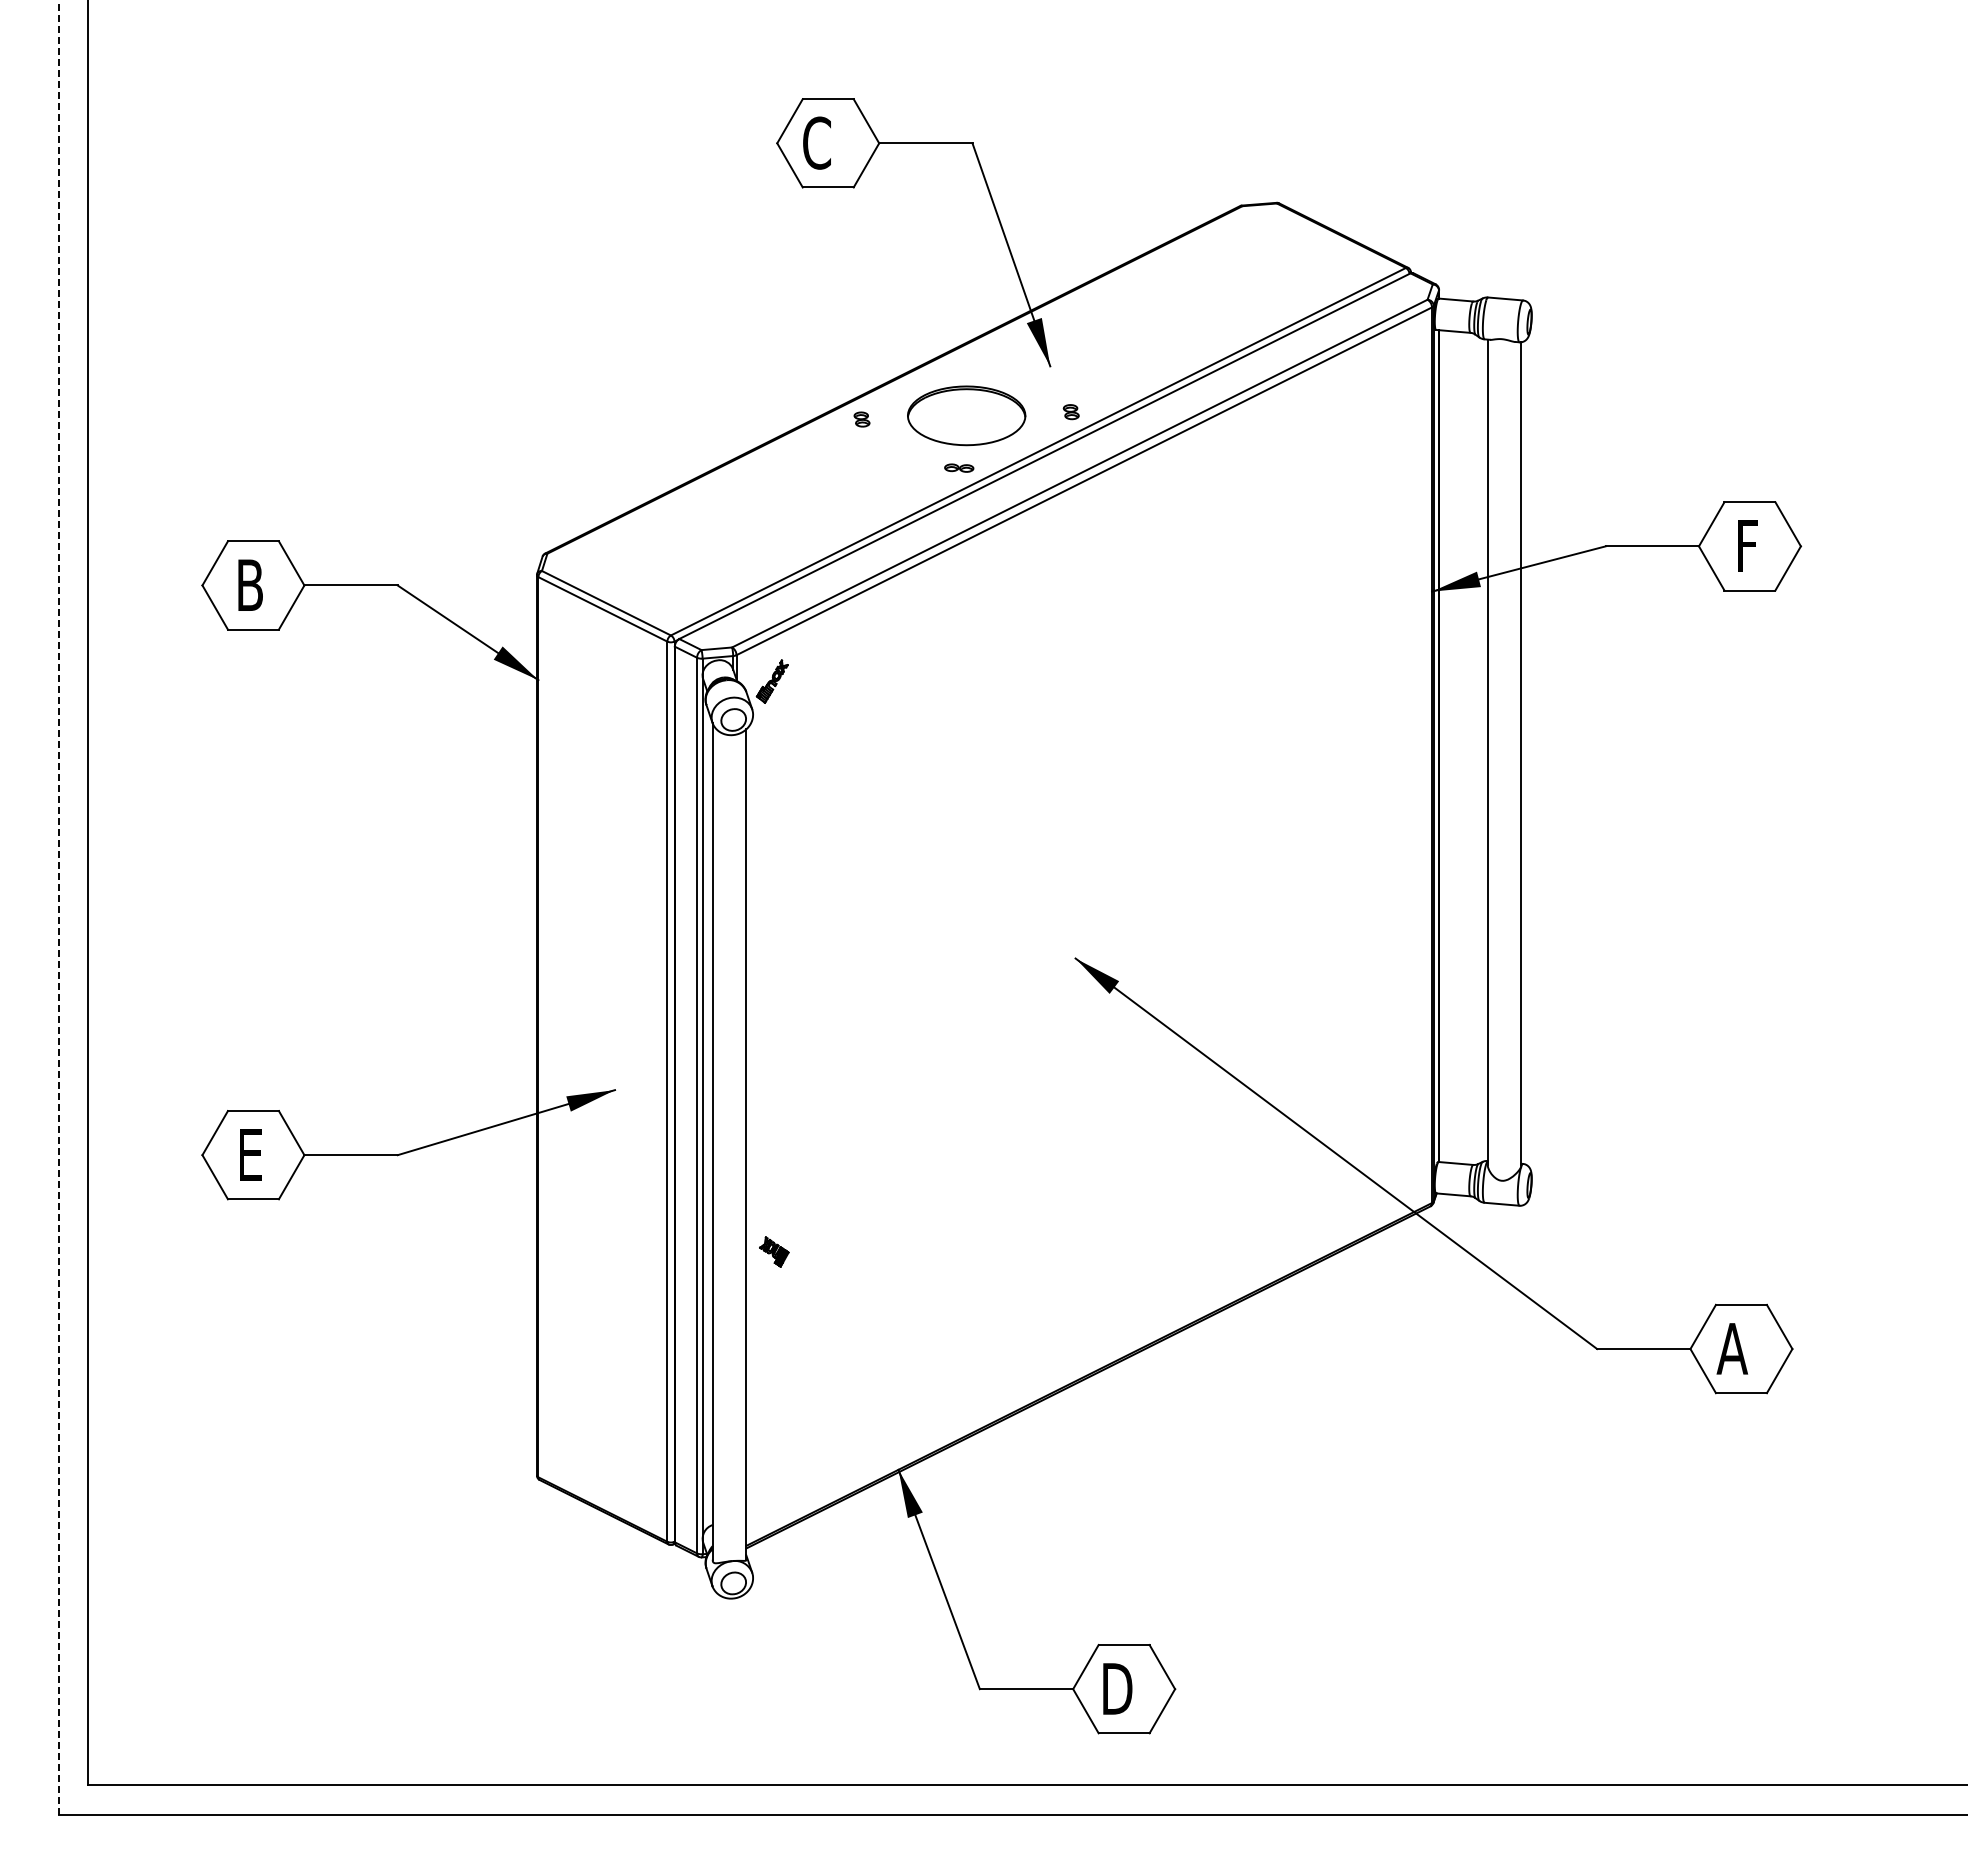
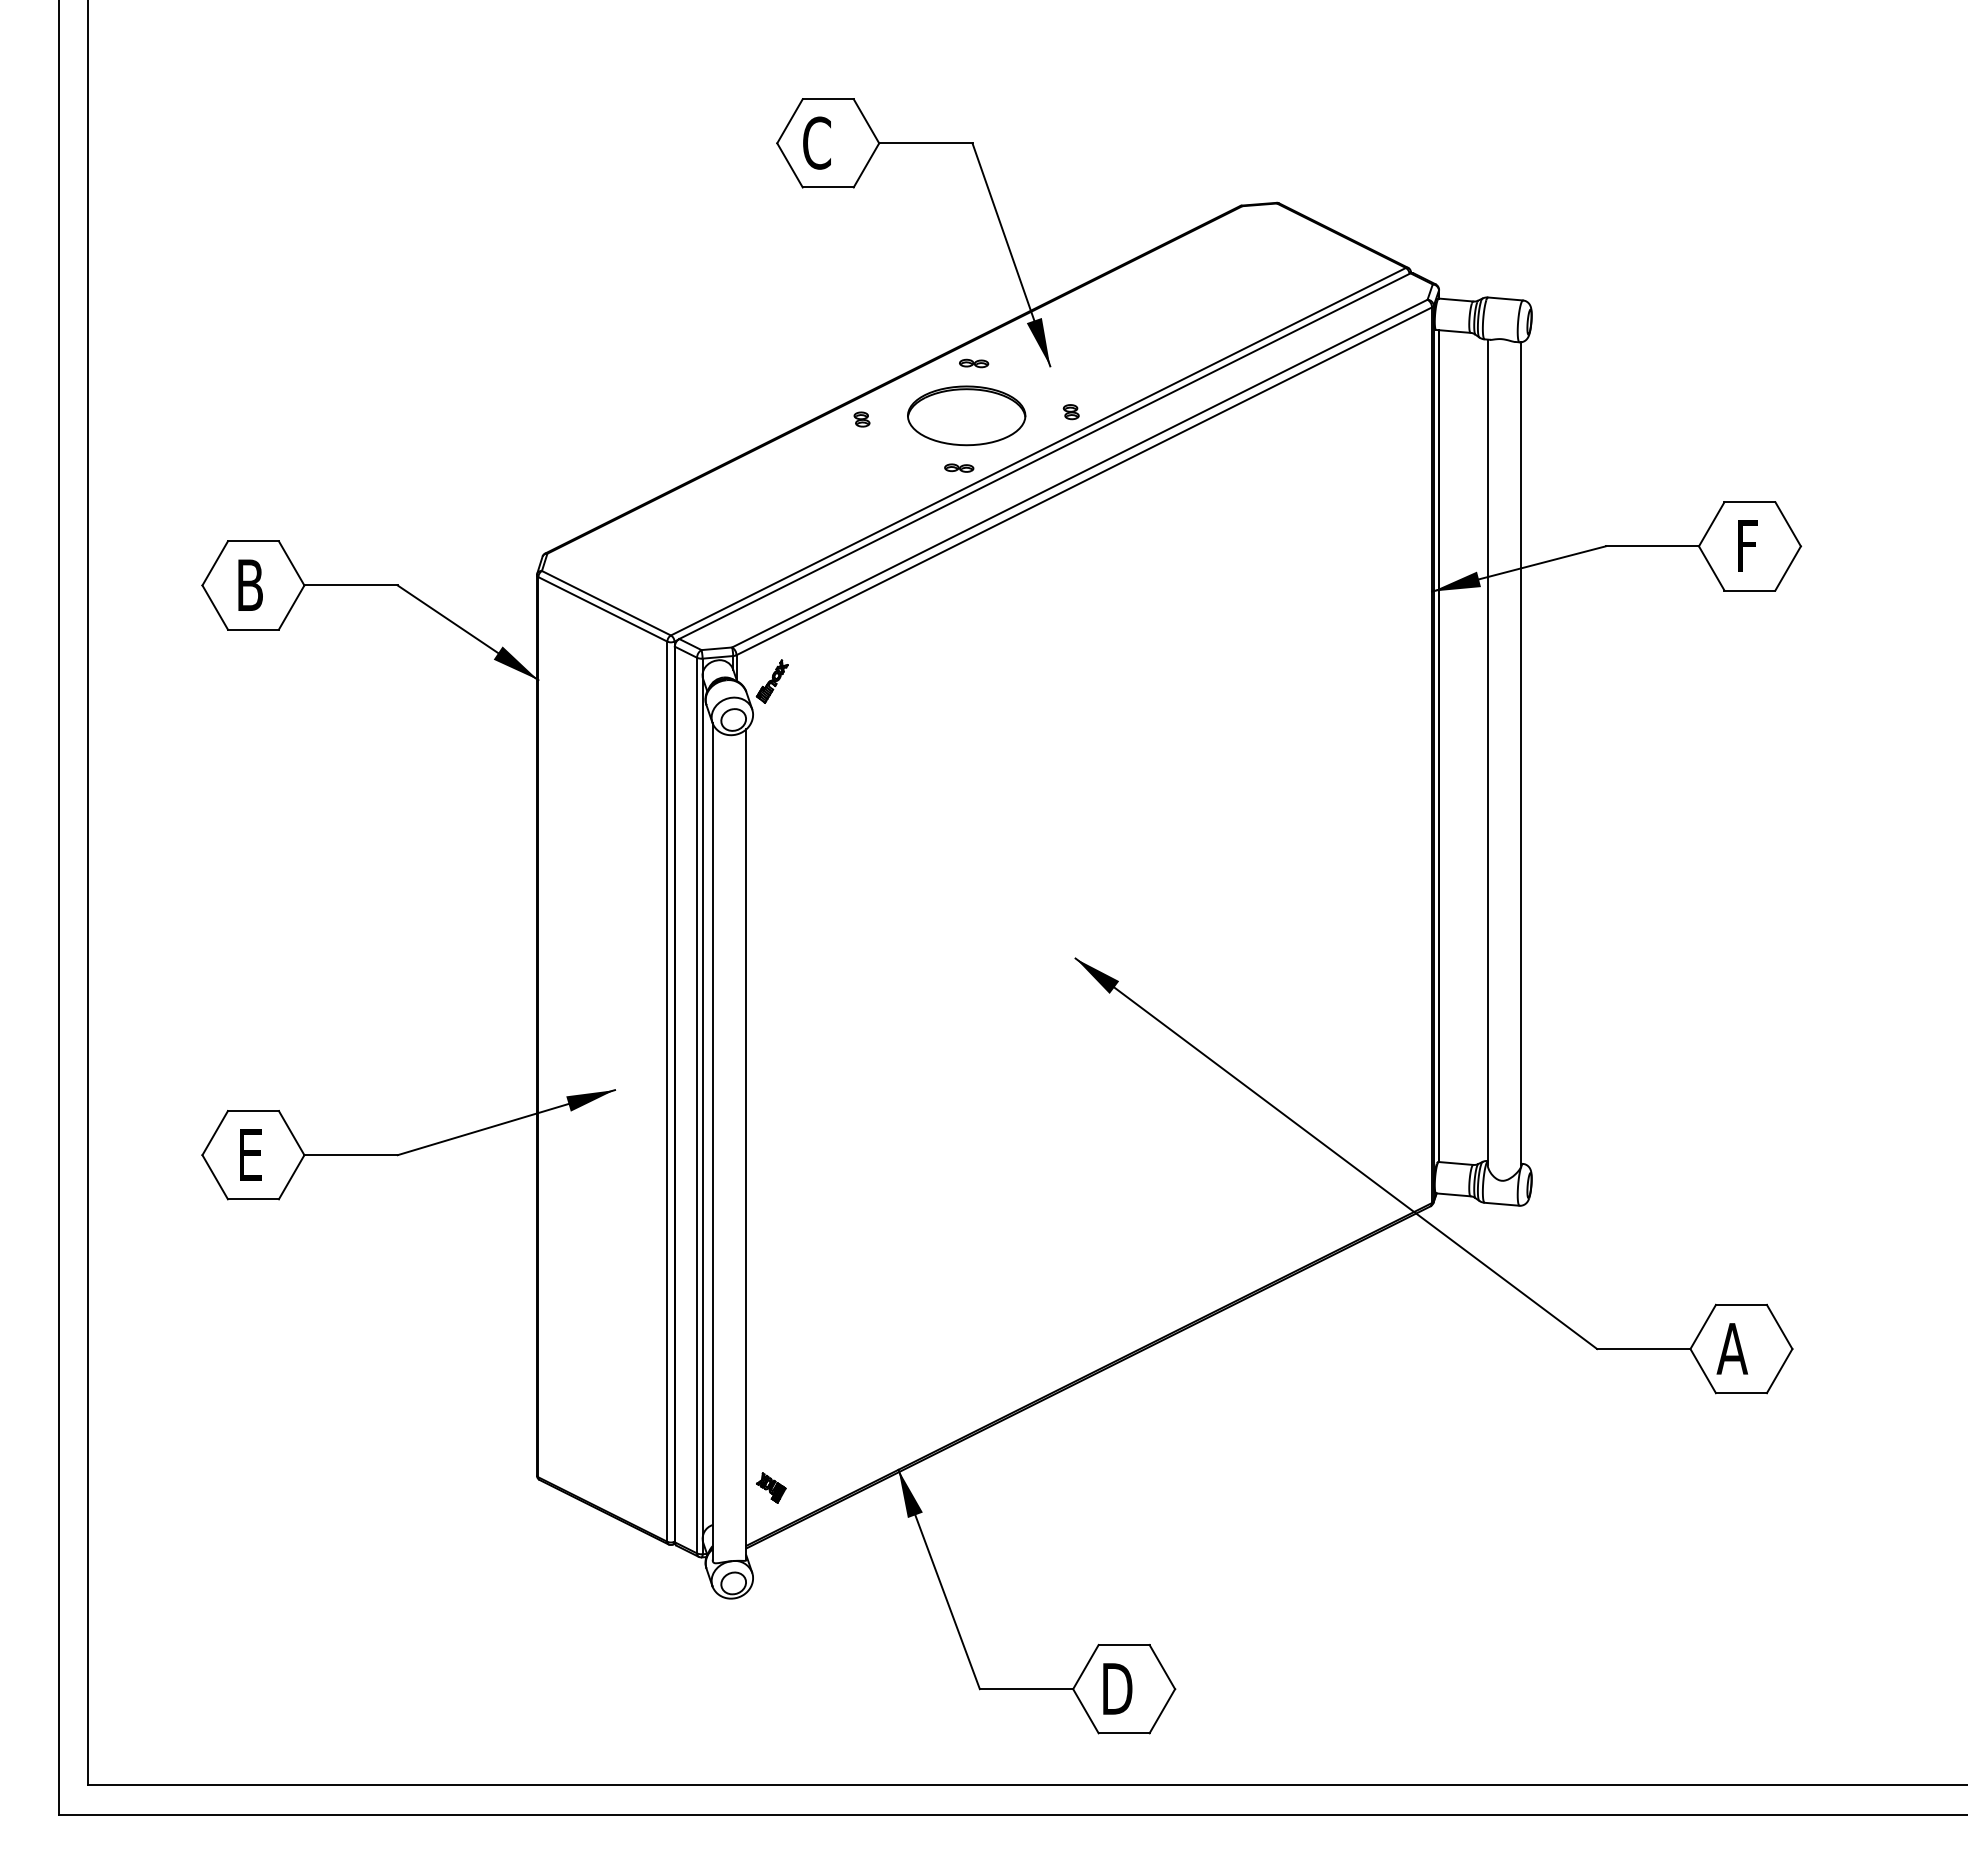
part at (974, 363): none -> present
line at (59, 907): dashed -> solid
part at (774, 1251) position: (774, 1251) -> (771, 1487)
